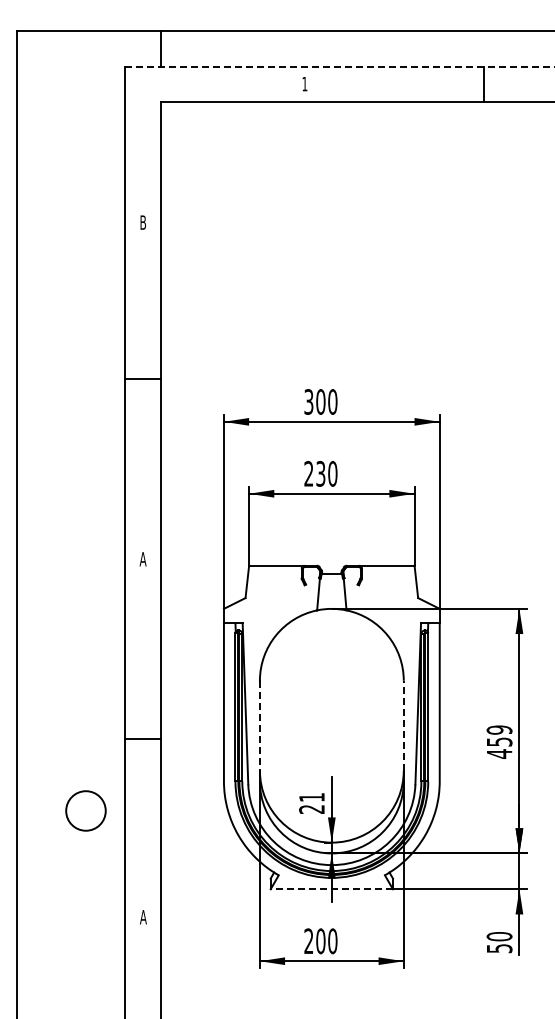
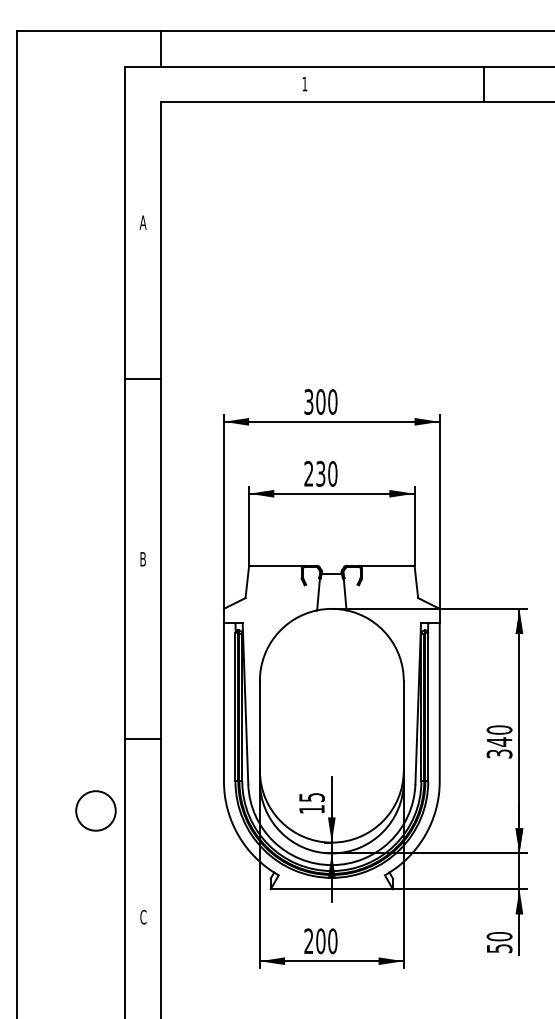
line at (339, 66): dashed -> solid
text at (142, 222): B -> A
text at (142, 559): A -> B
line at (259, 725): dashed -> solid
line at (403, 725): dashed -> solid
text at (499, 741): 459 -> 340
text at (311, 803): 21 -> 15
circle at (85, 810) position: (85, 810) -> (95, 810)
line at (331, 889): dashed -> solid
text at (143, 916): A -> C
